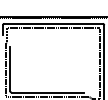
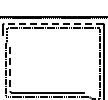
line at (53, 23): solid -> dashed
line at (10, 69): solid -> dashed
